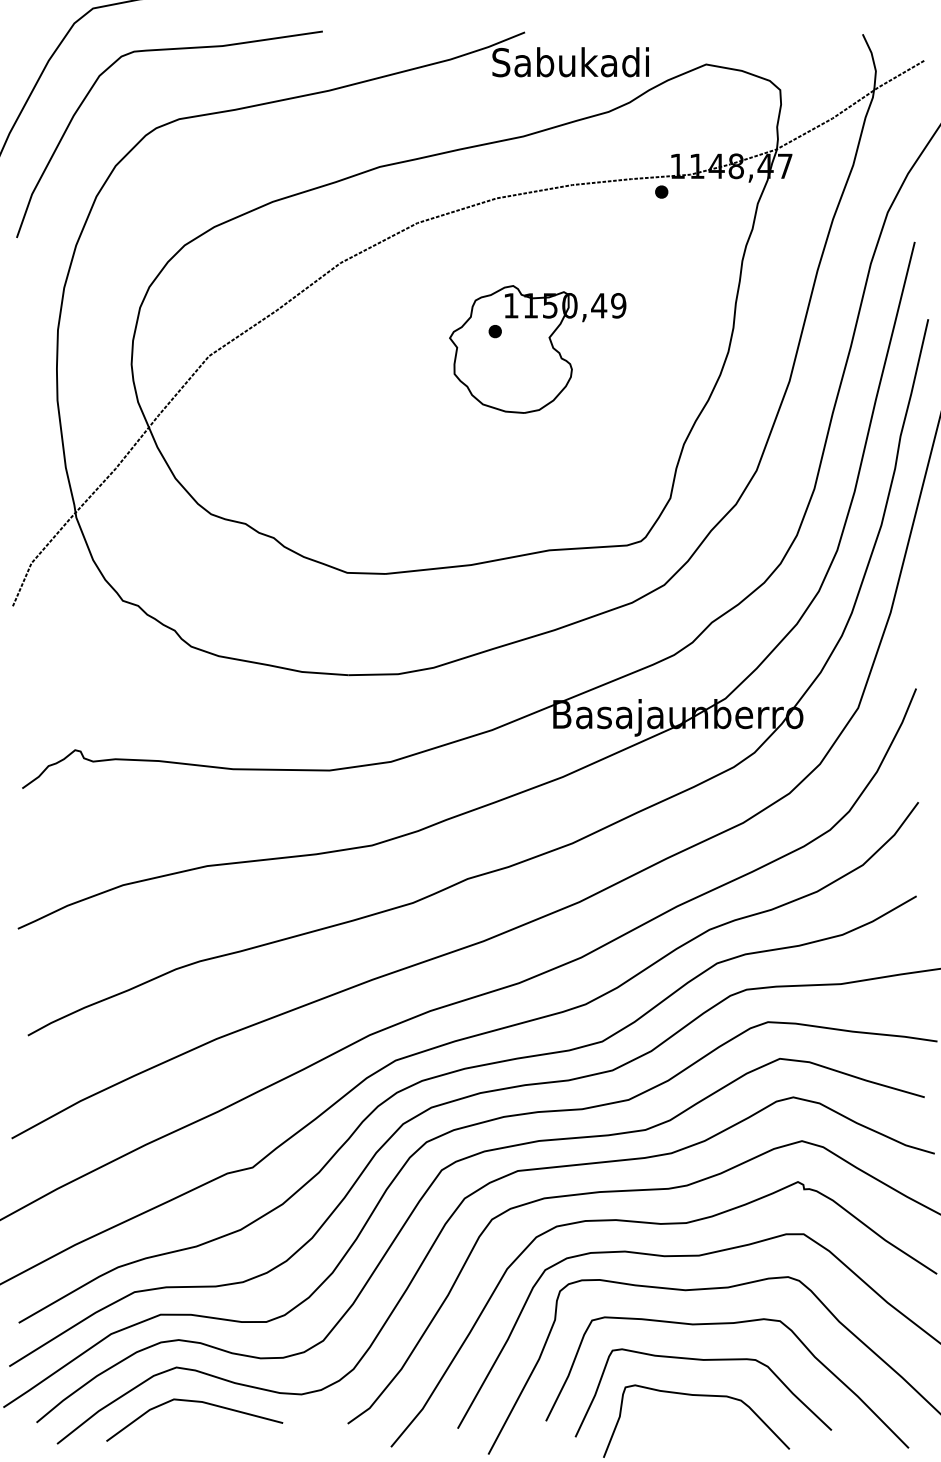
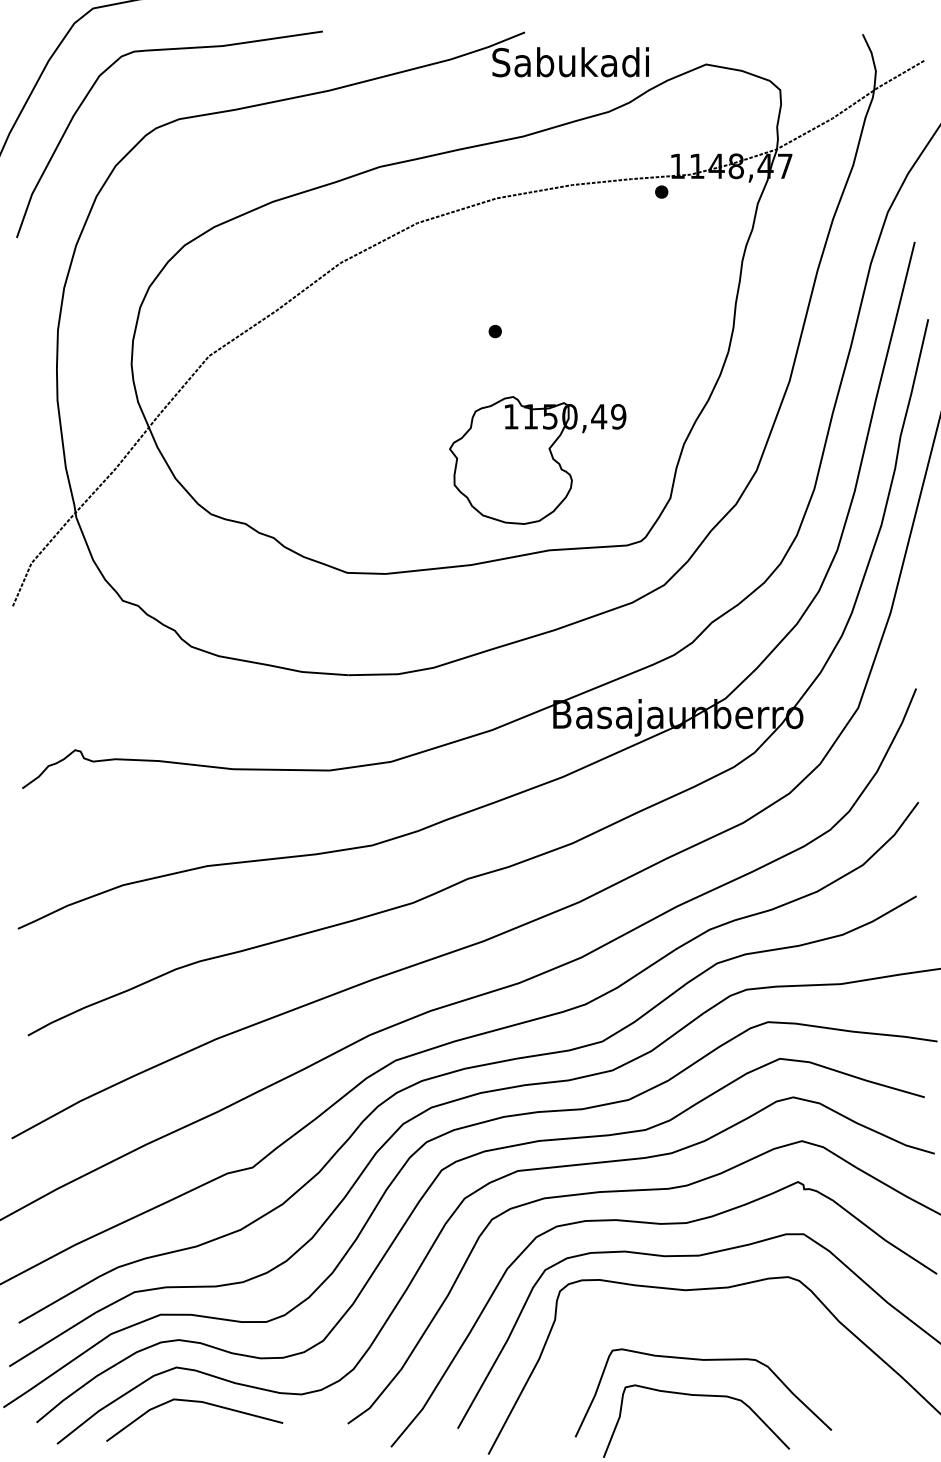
part at (537, 349) position: (537, 349) -> (537, 460)
part at (727, 1324): present -> none
